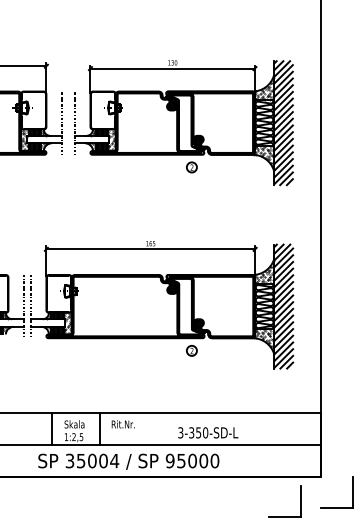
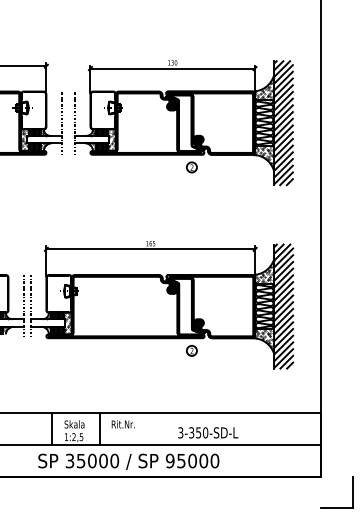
text at (114, 460): 35004 -> 35000
part at (284, 516): present -> none
